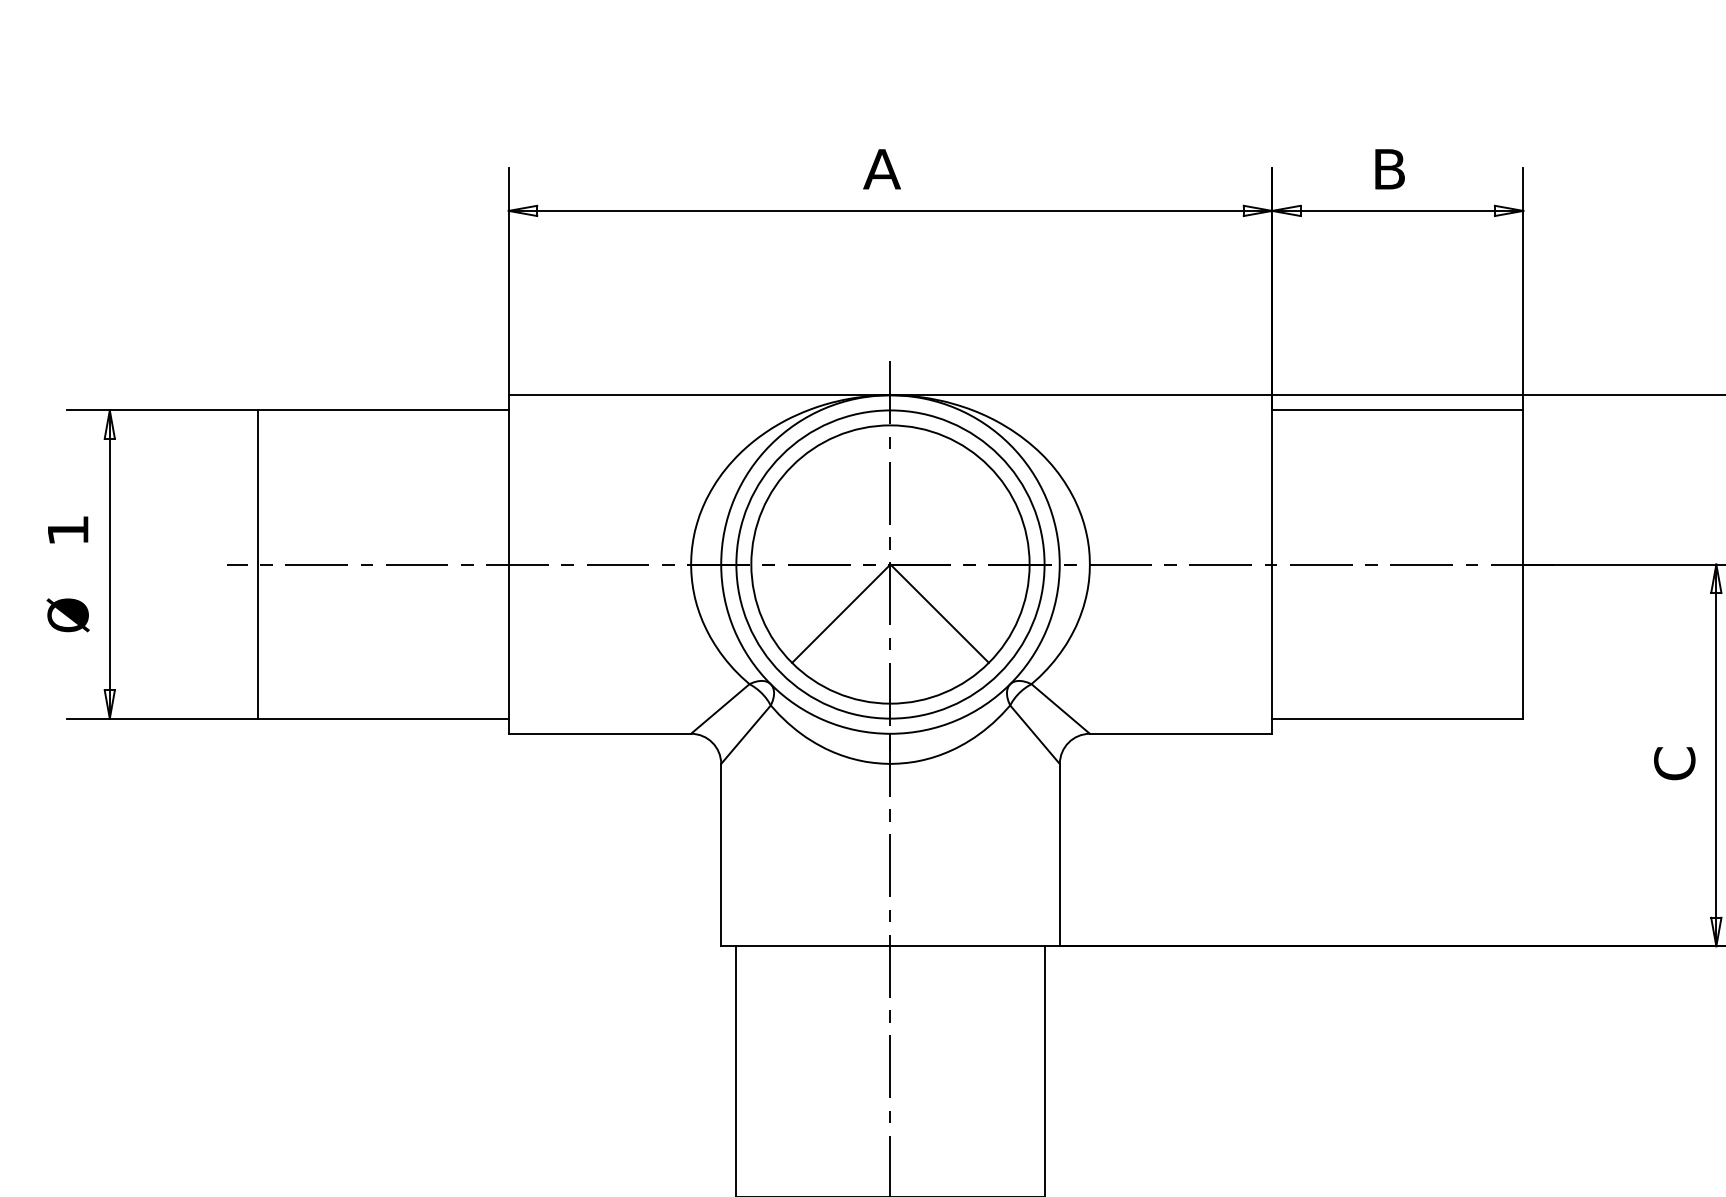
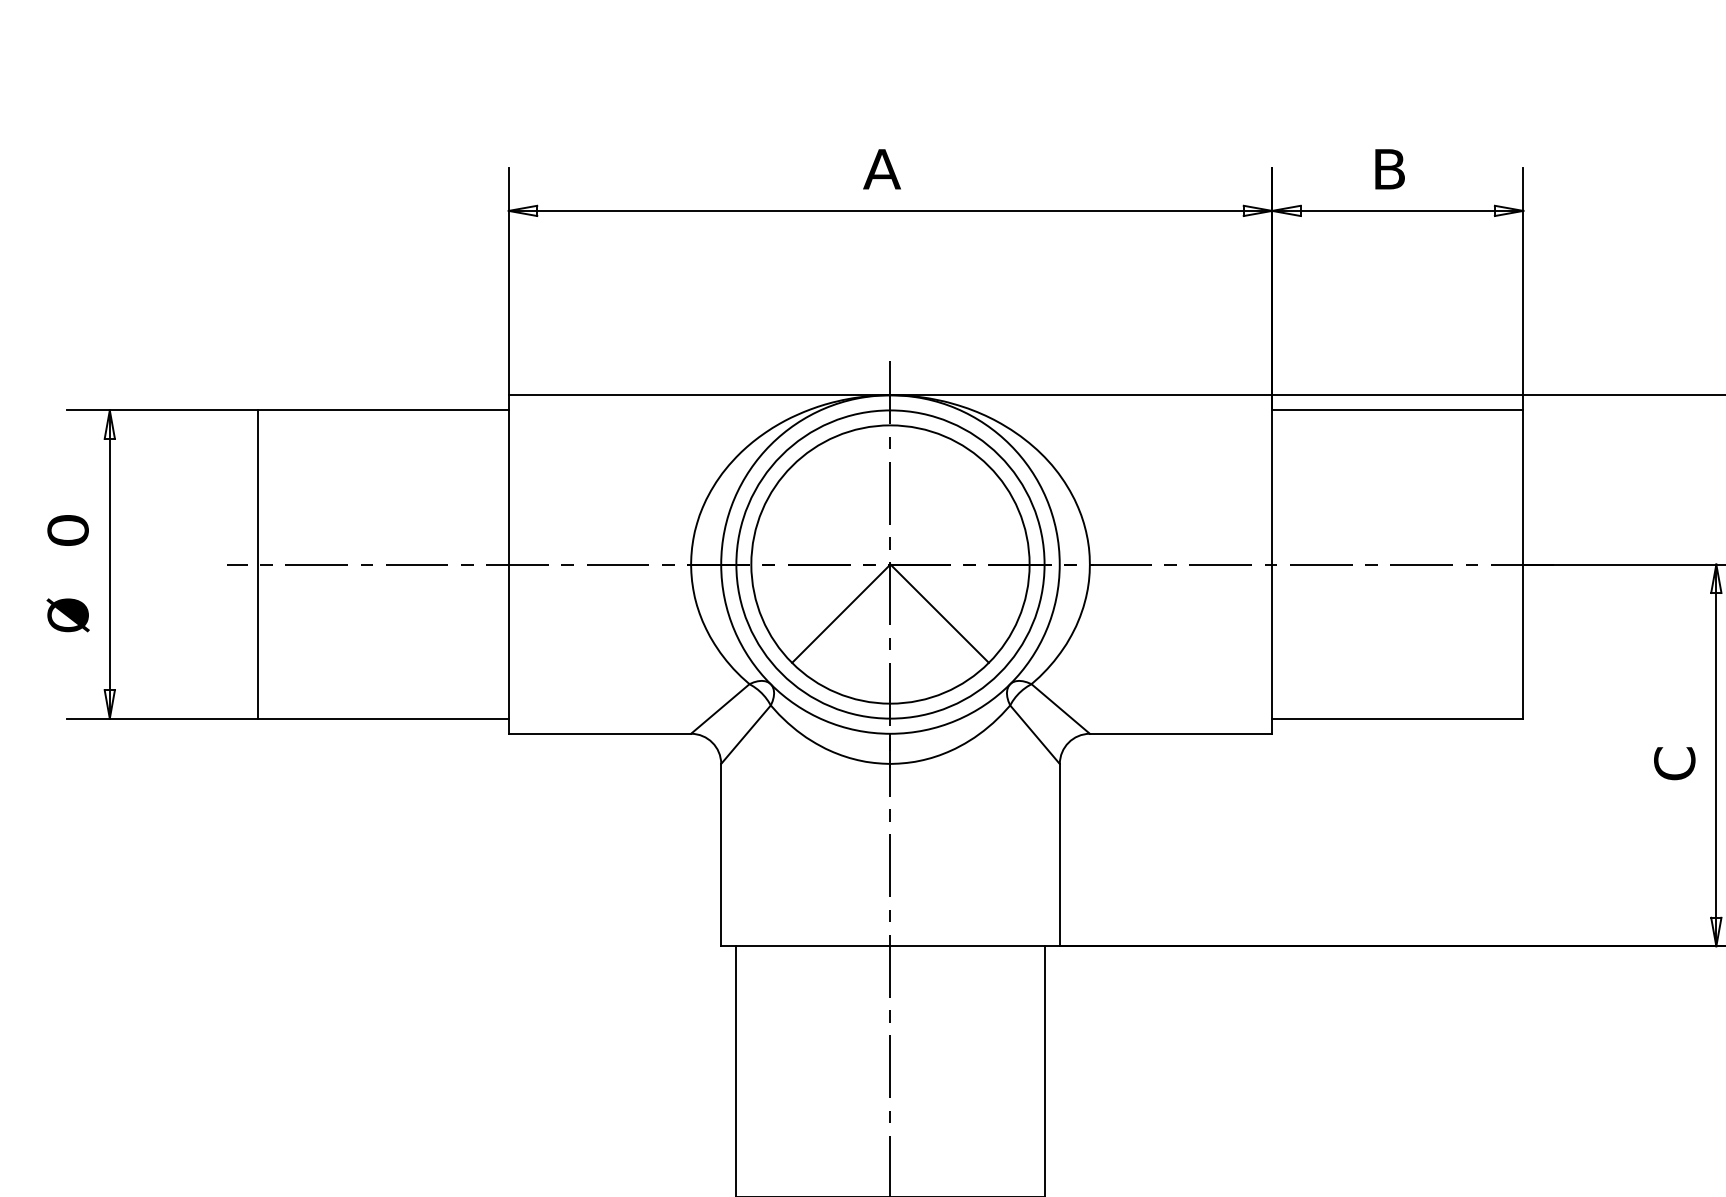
text at (67, 530): 1 -> 0
